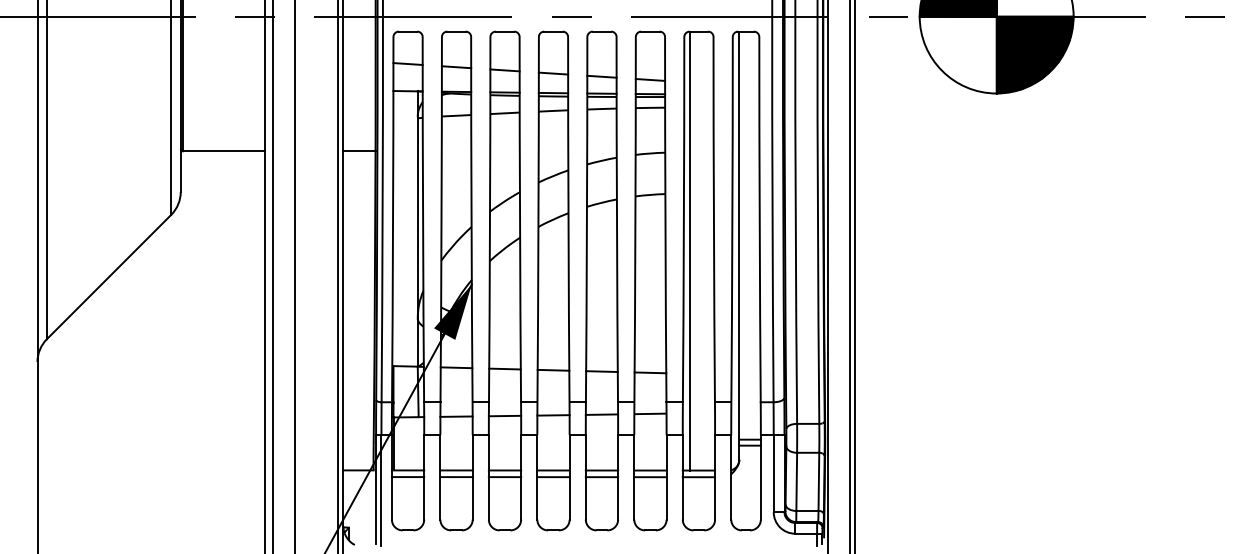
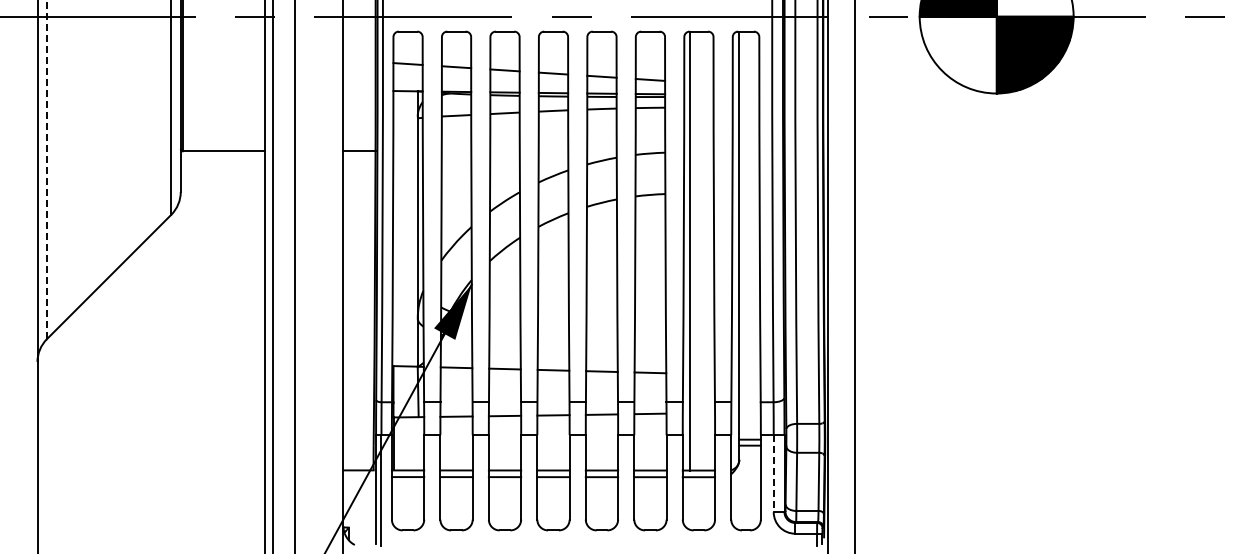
line at (46, 170): solid -> dashed
line at (338, 276): present -> none
line at (849, 276): present -> none
line at (773, 473): solid -> dashed
